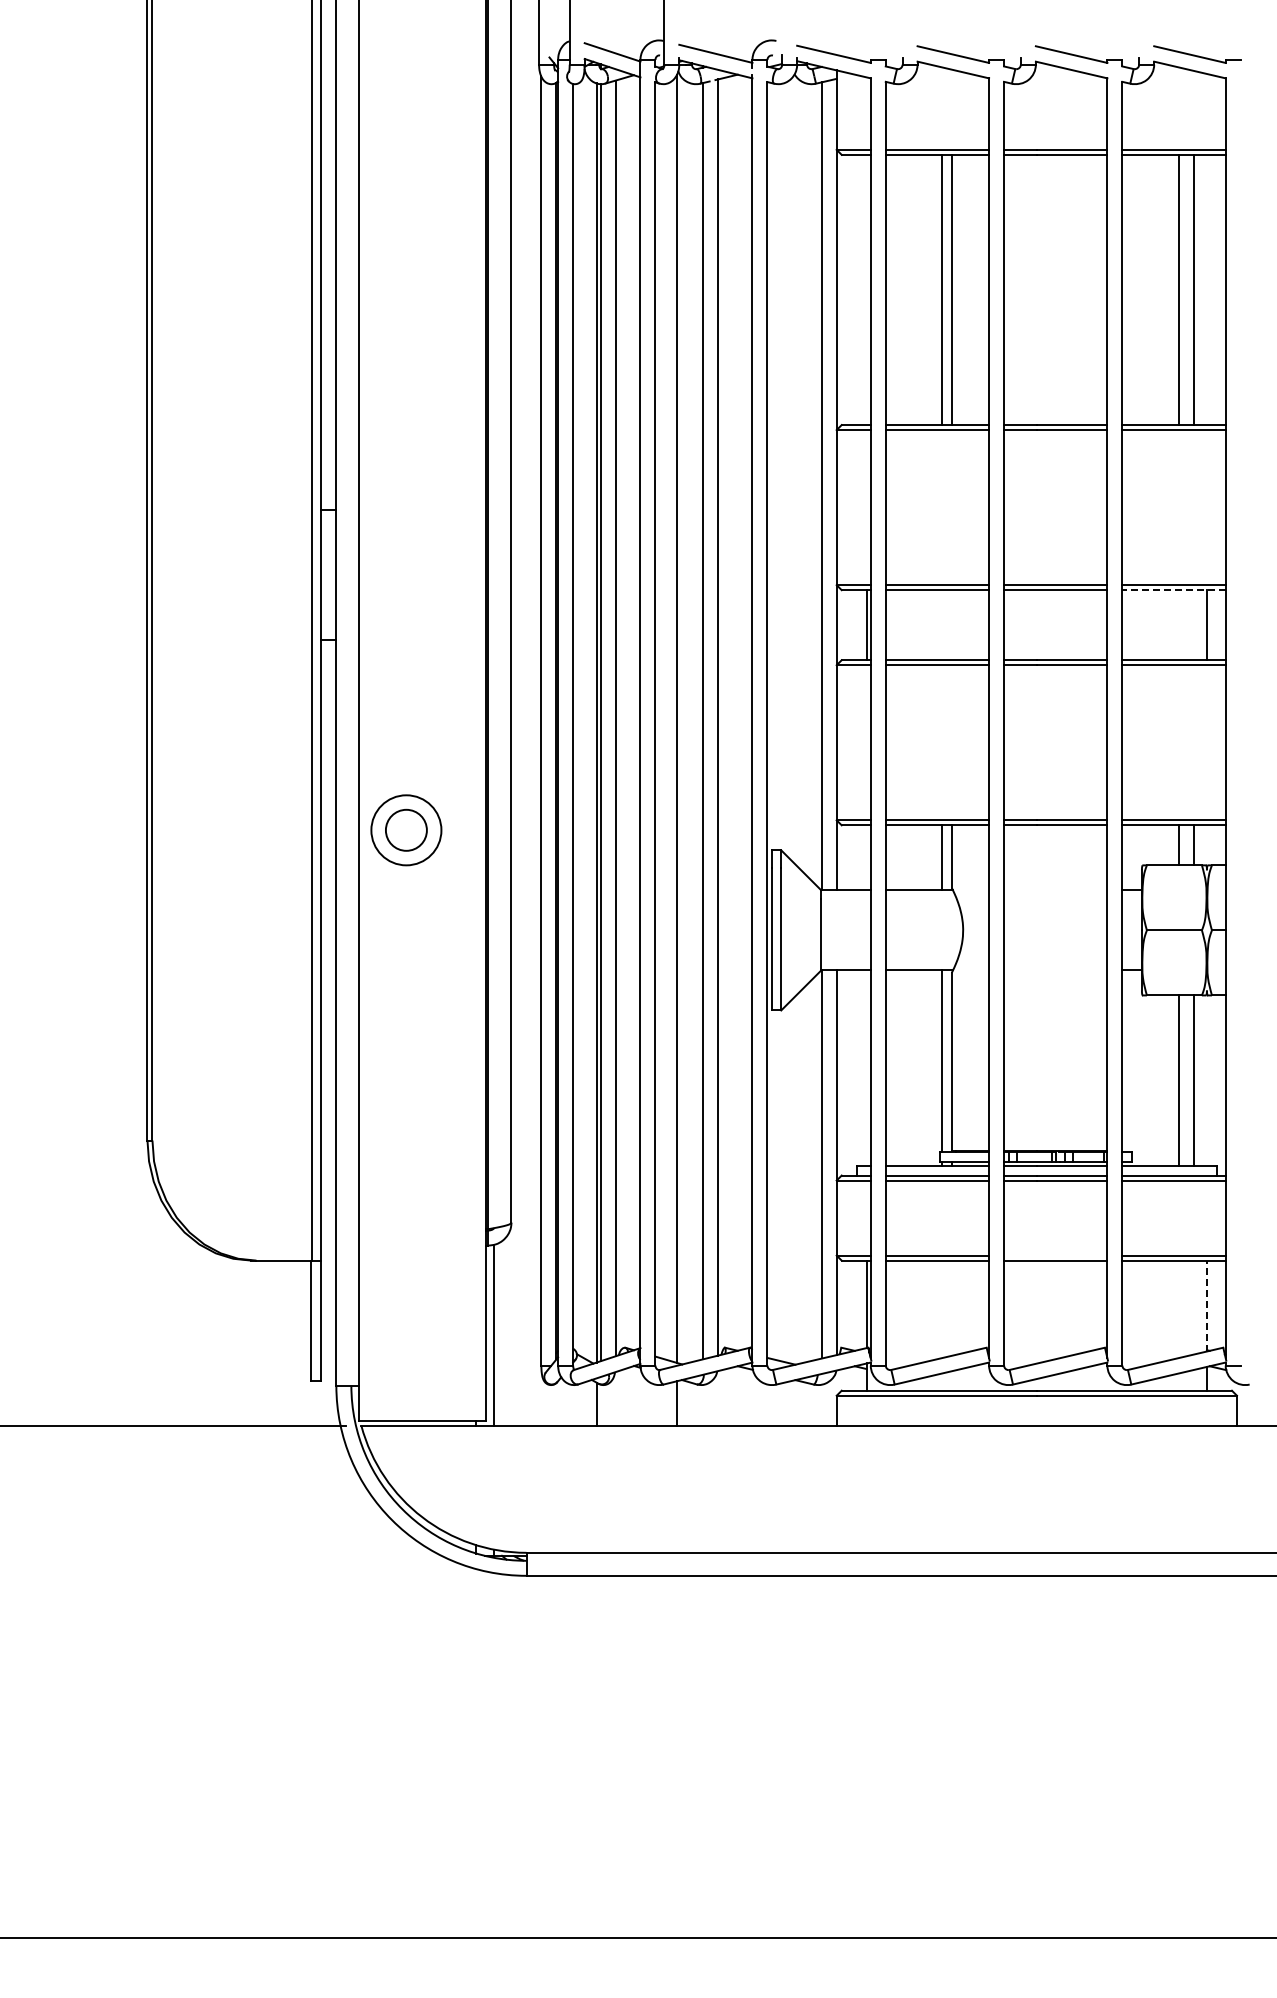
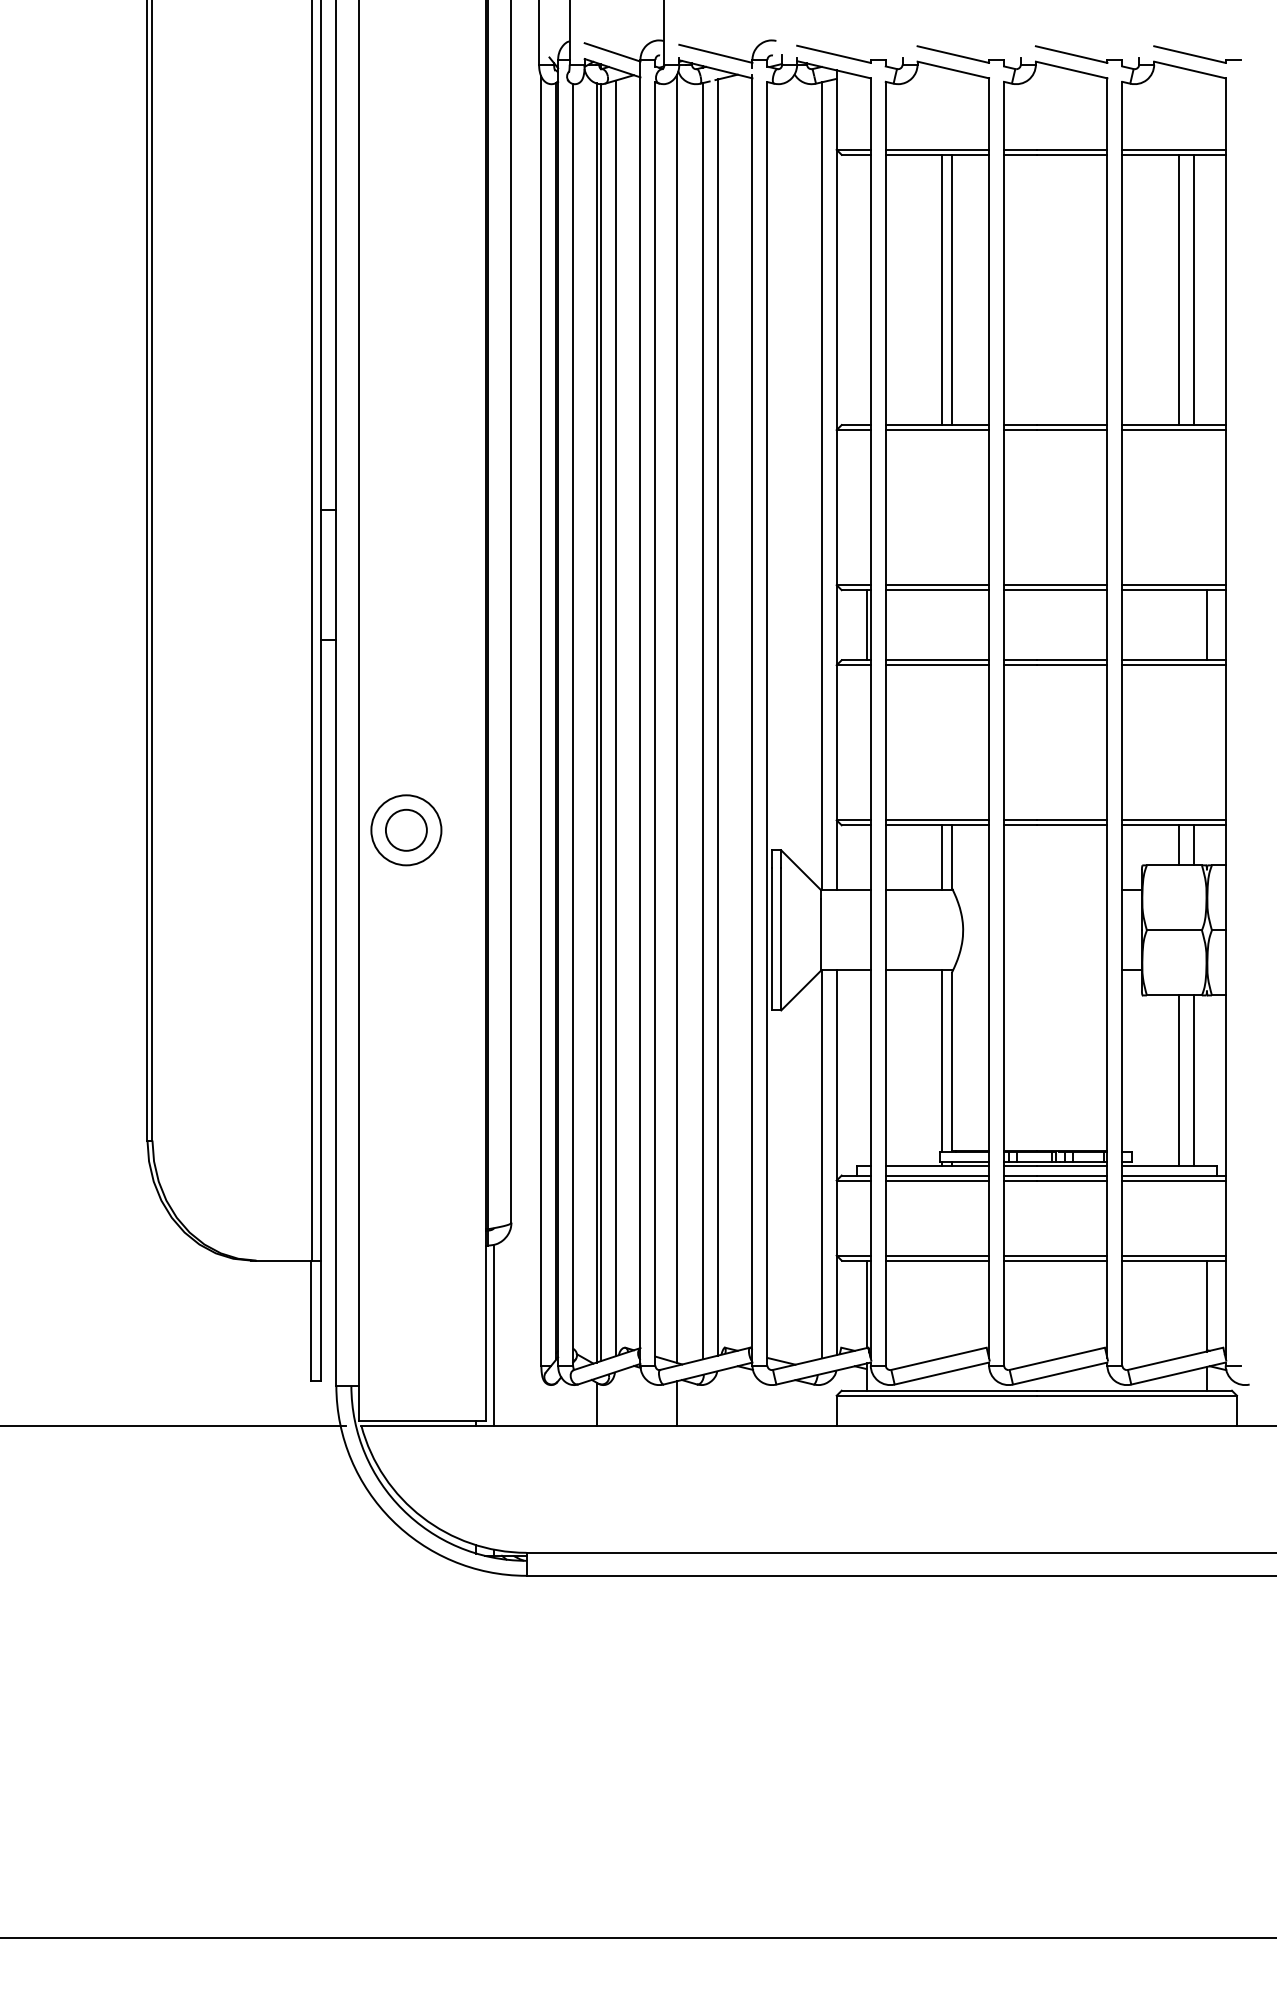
line at (1174, 590): dashed -> solid
line at (1055, 1255): none -> present
line at (1206, 1305): dashed -> solid
